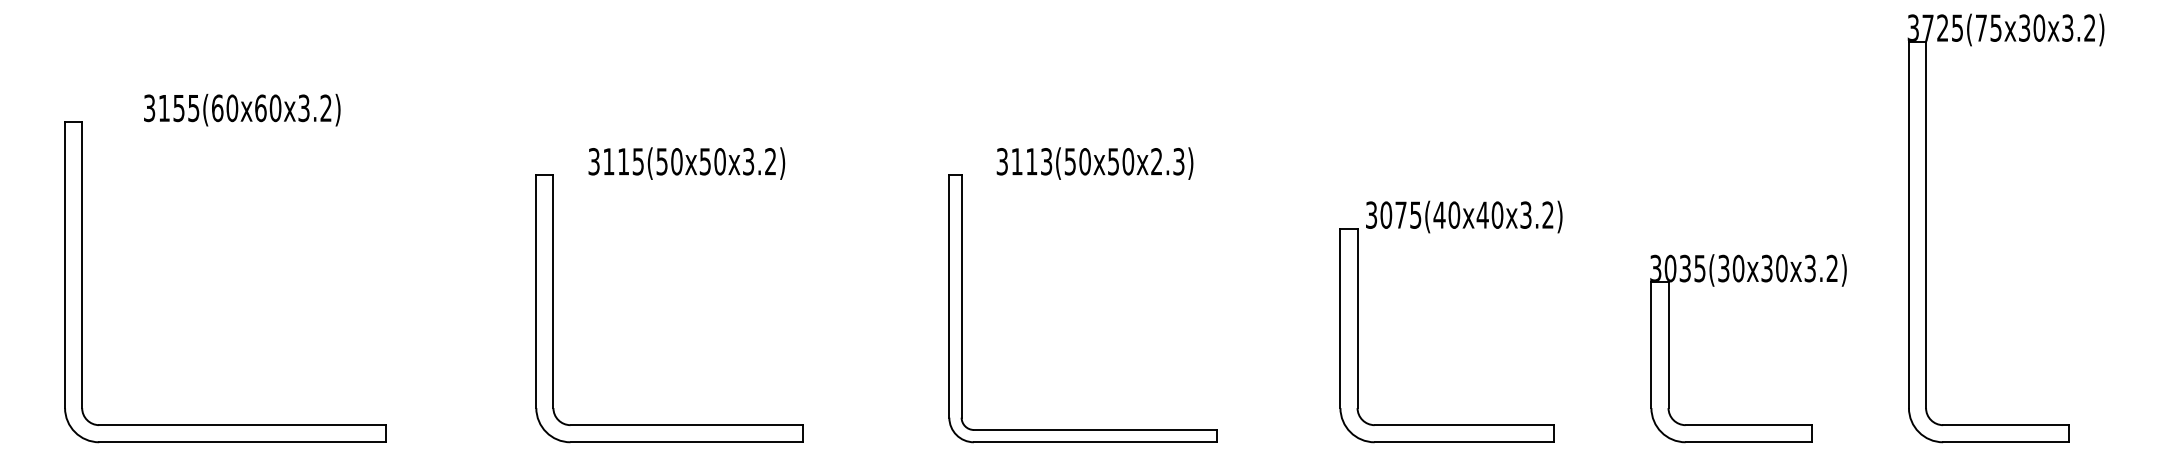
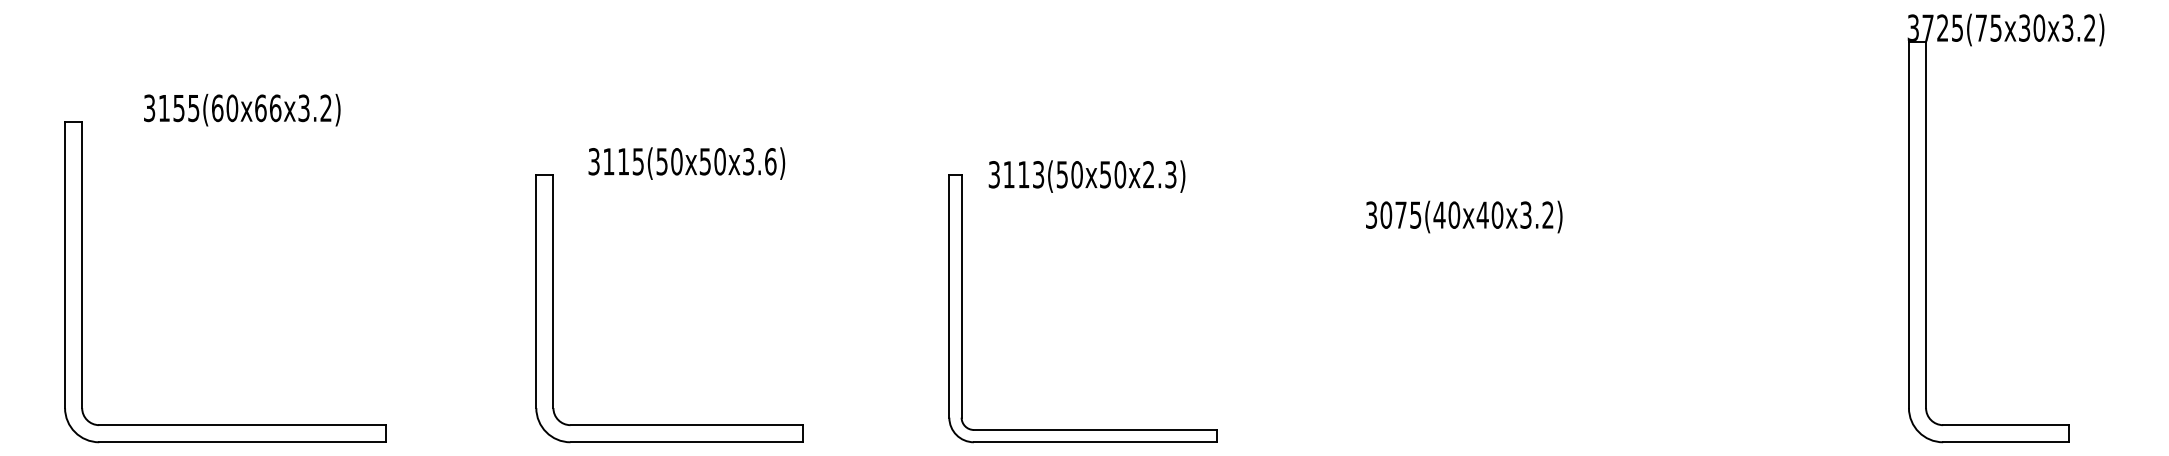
text at (275, 107): 3155(60x60x3.2) -> 3155(60x66x3.2)
text at (770, 161): 3115(50x50x3.2) -> 3115(50x50x3.6)
text at (1094, 163) position: (1094, 163) -> (1086, 176)
part at (1739, 282): present -> none
part at (1358, 335): present -> none
